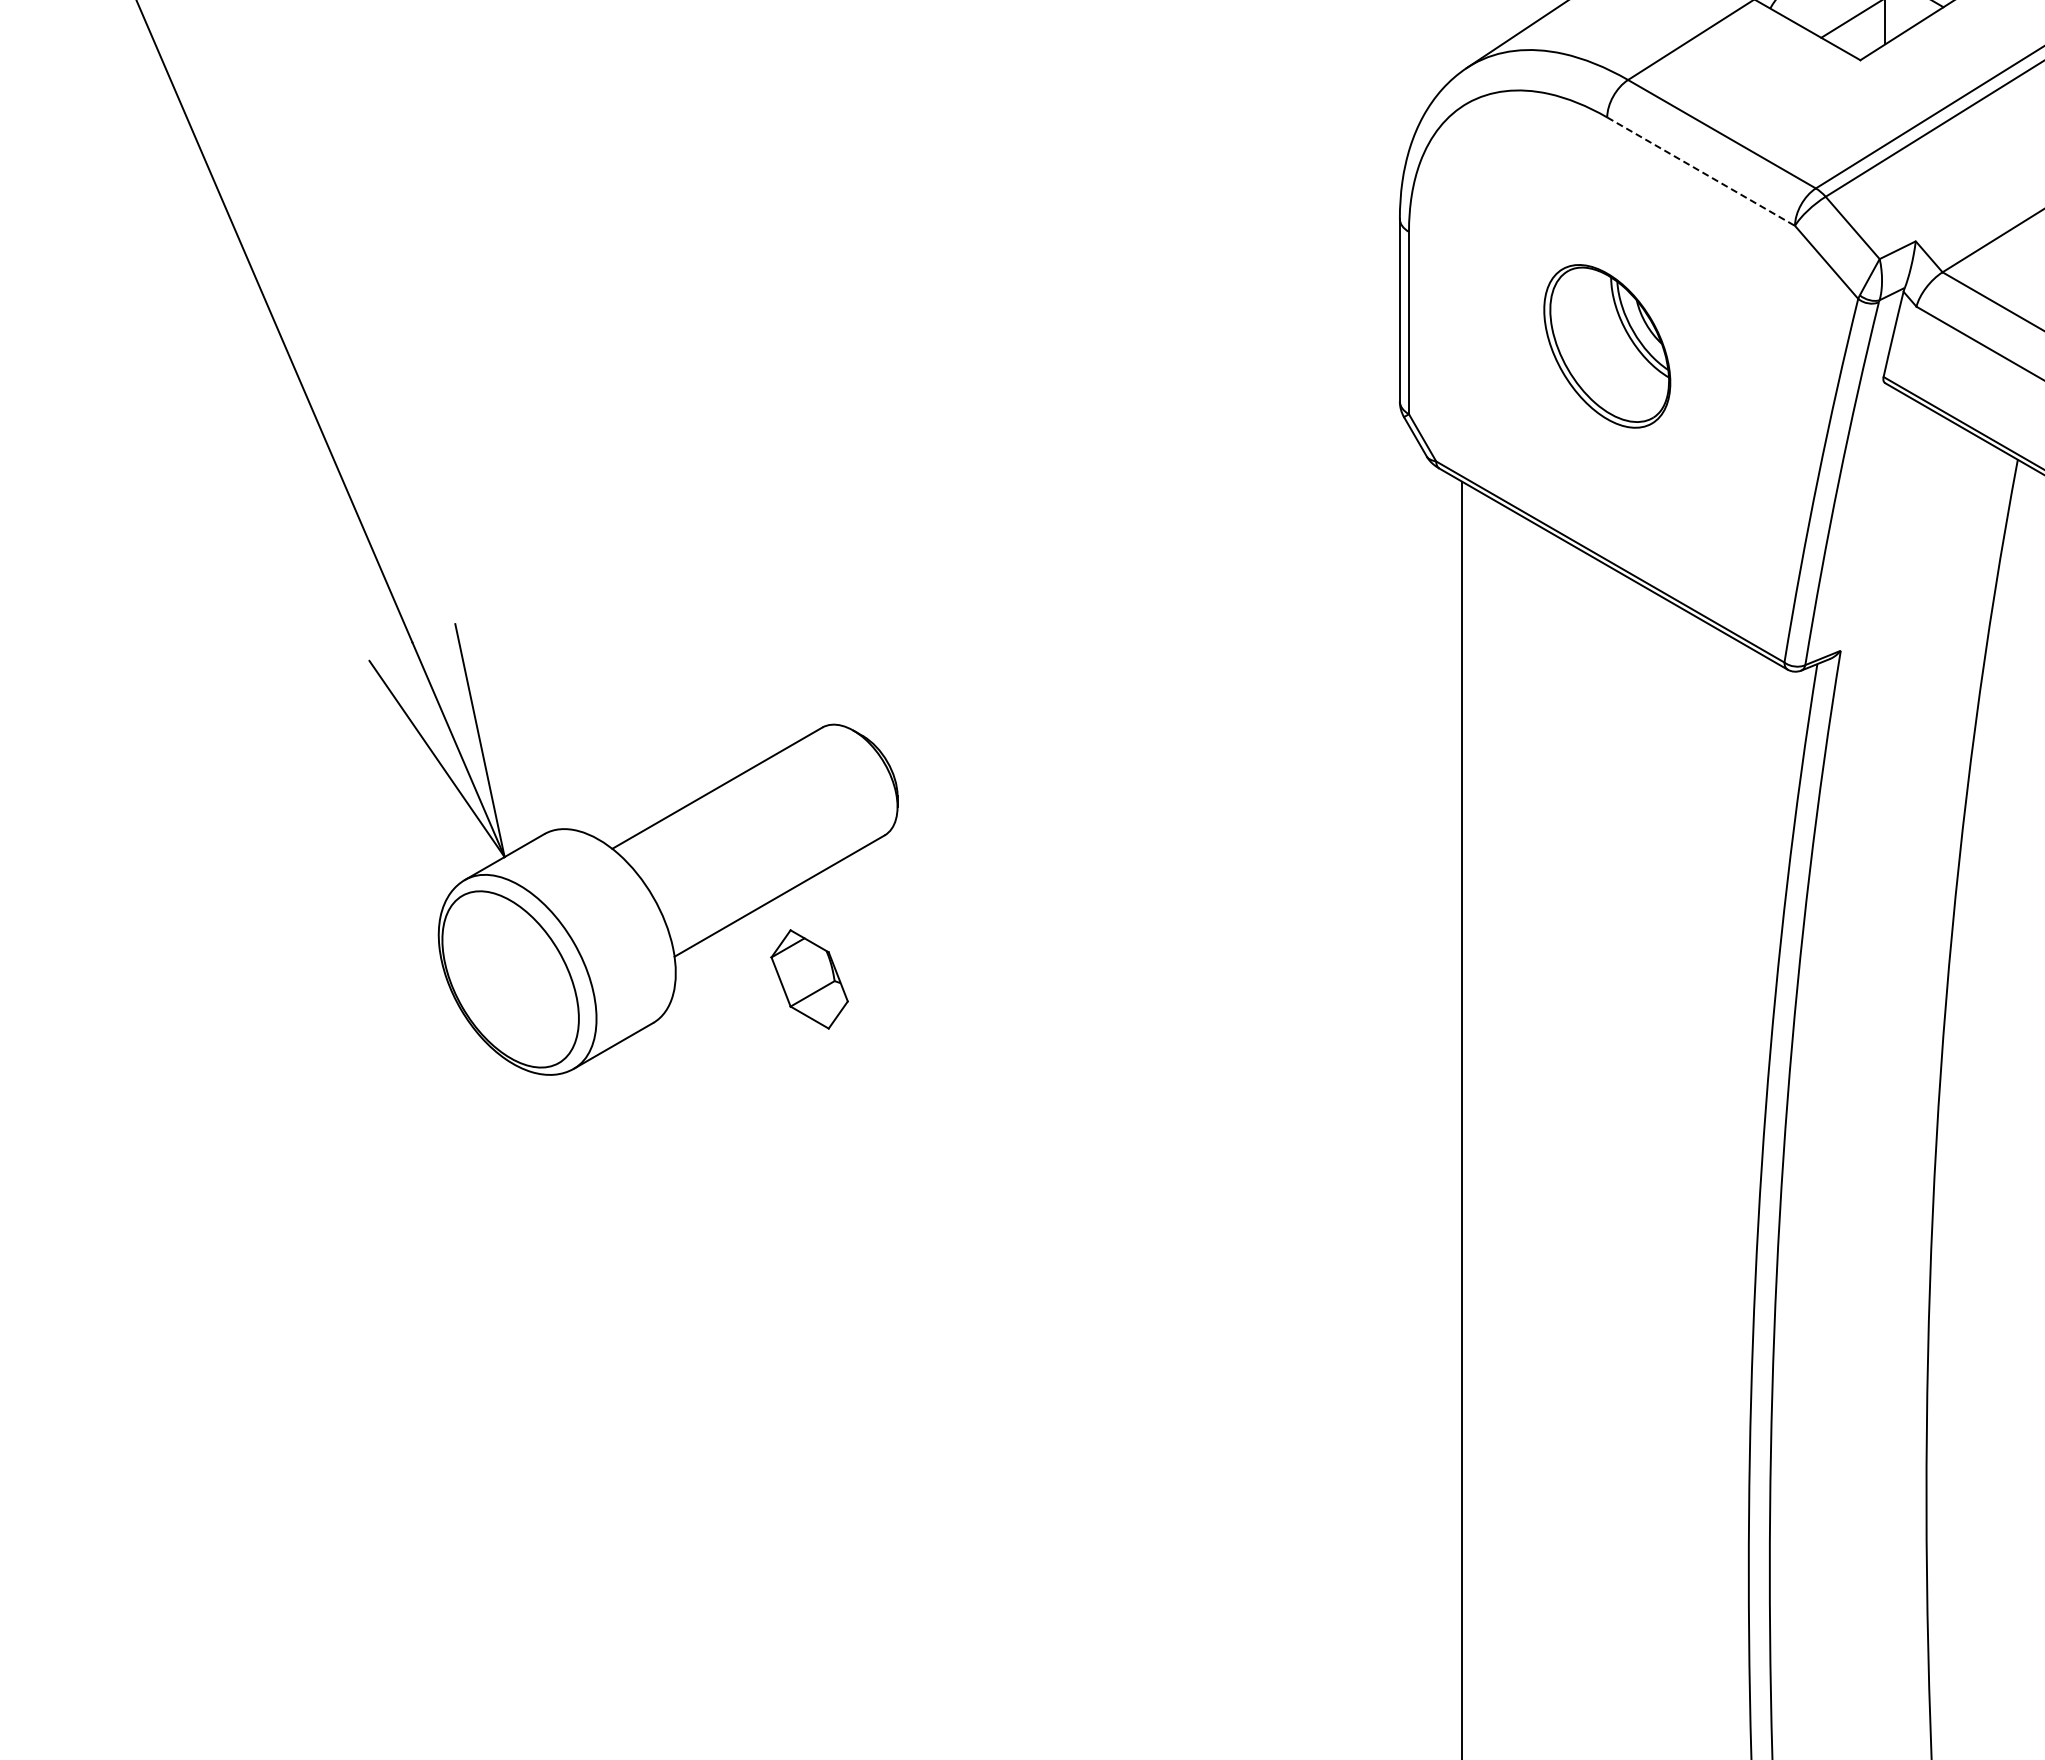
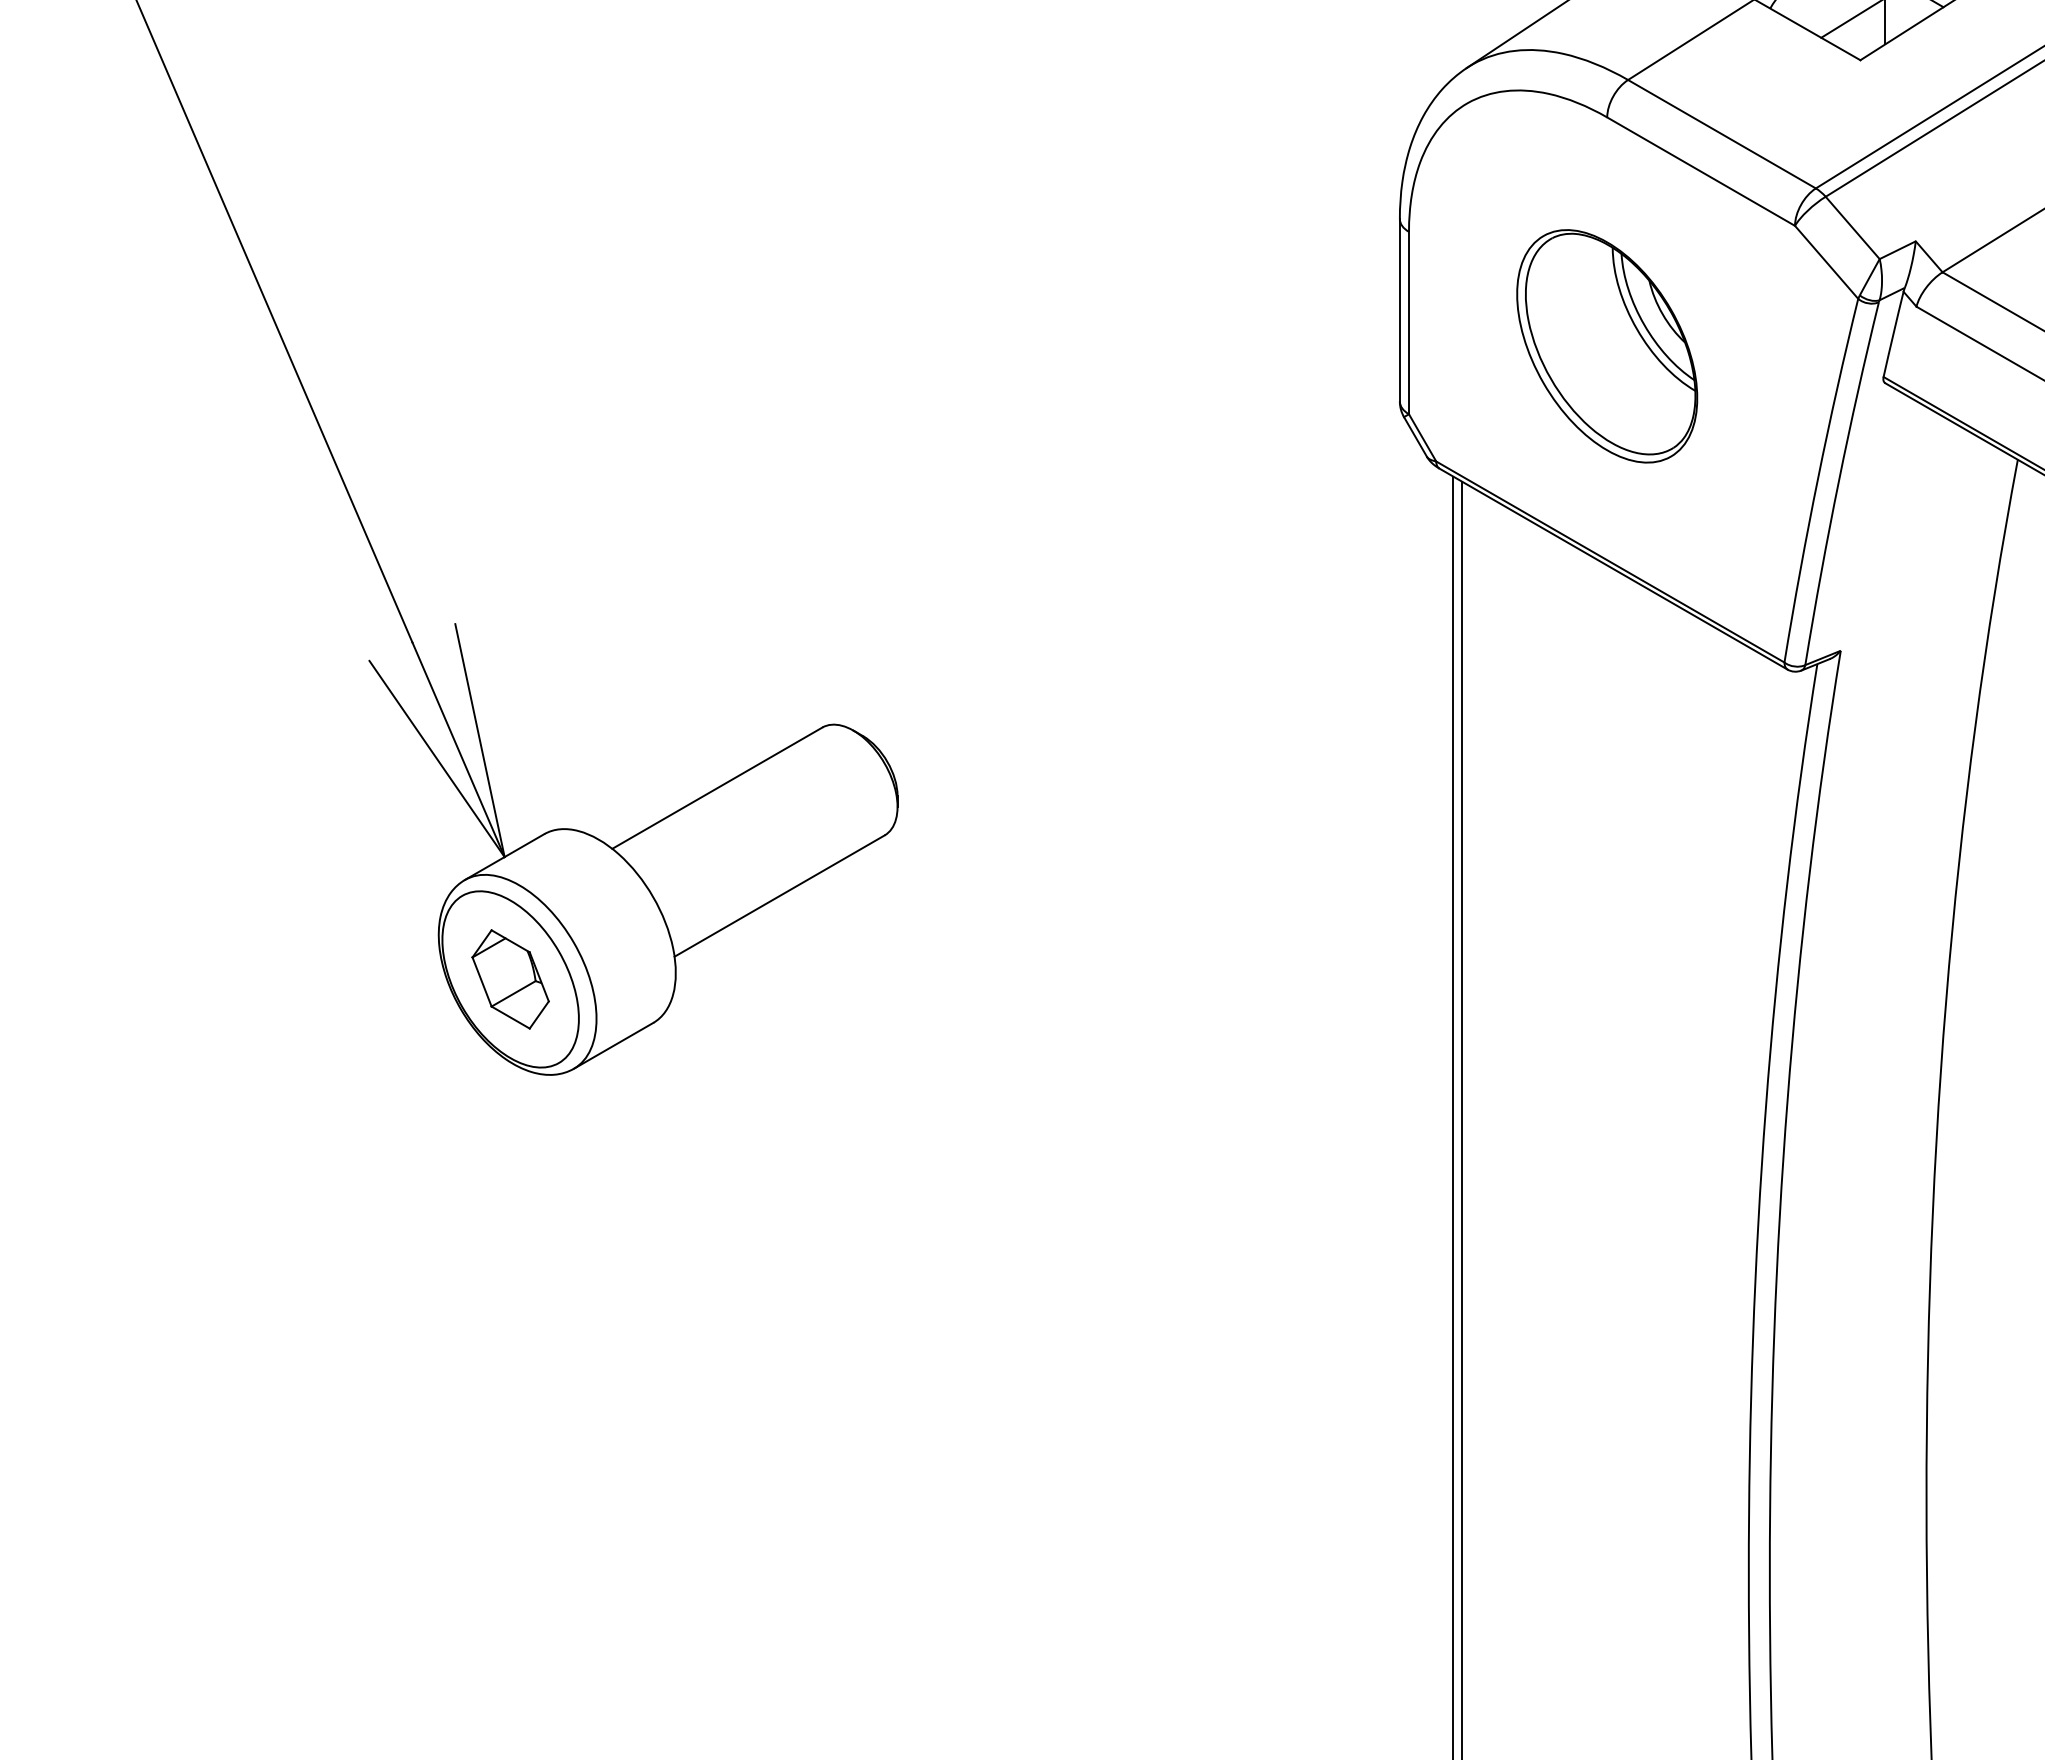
line at (1701, 171): dashed -> solid
part at (1607, 346) size: 129x165 px -> 183x235 px
part at (809, 979) position: (809, 979) -> (510, 979)
line at (1453, 1116): none -> present
